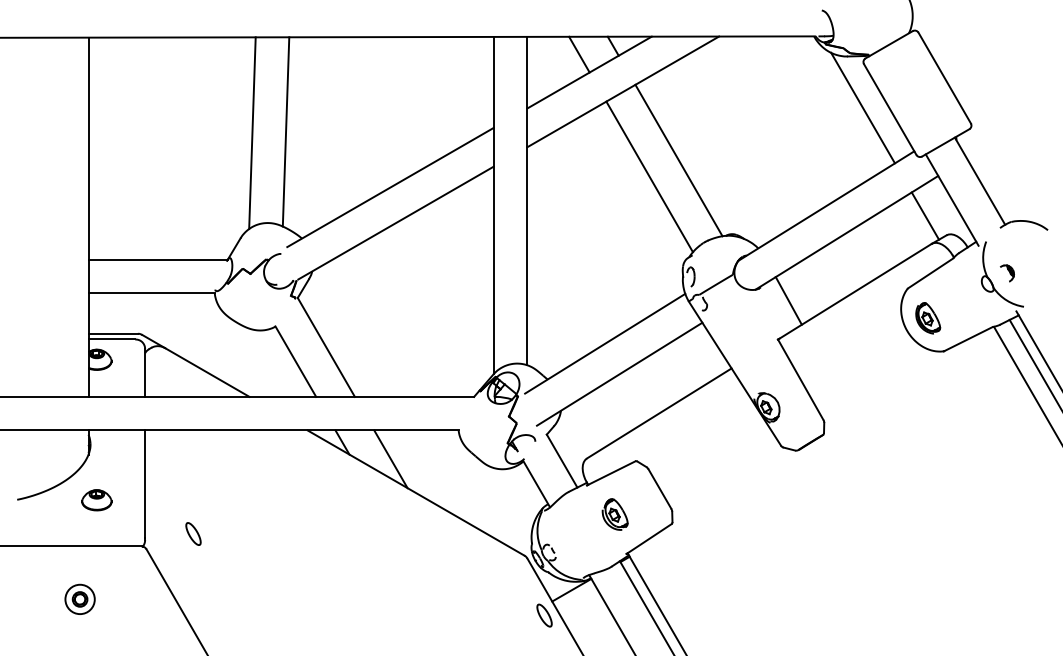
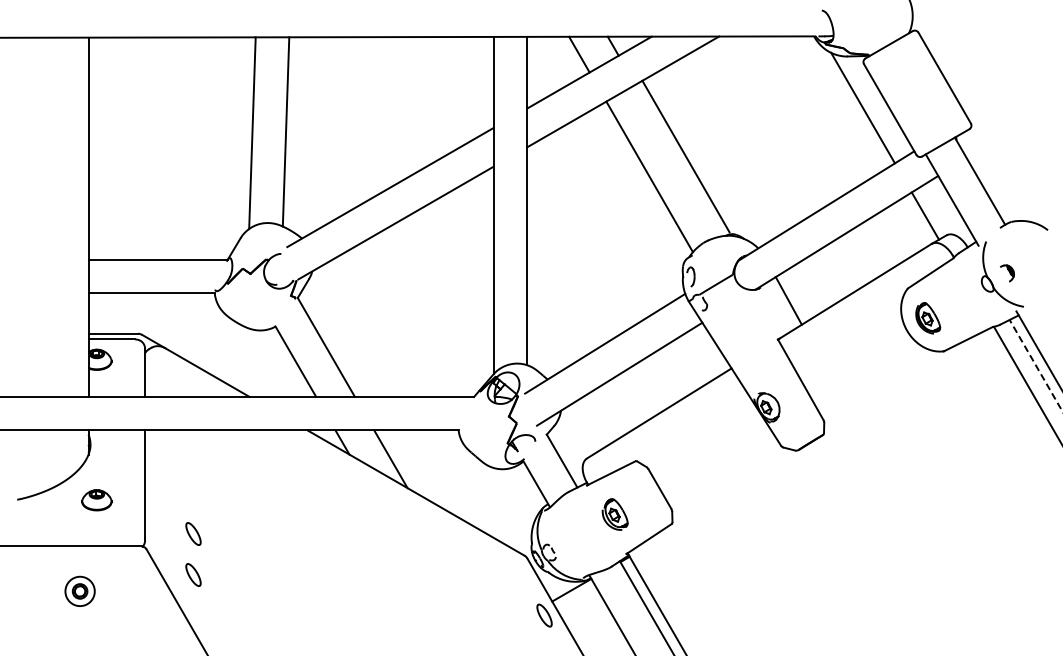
line at (678, 160) position: (678, 160) -> (685, 156)
line at (1036, 365): solid -> dashed
part at (193, 574): none -> present
part at (79, 598) position: (79, 598) -> (79, 590)
